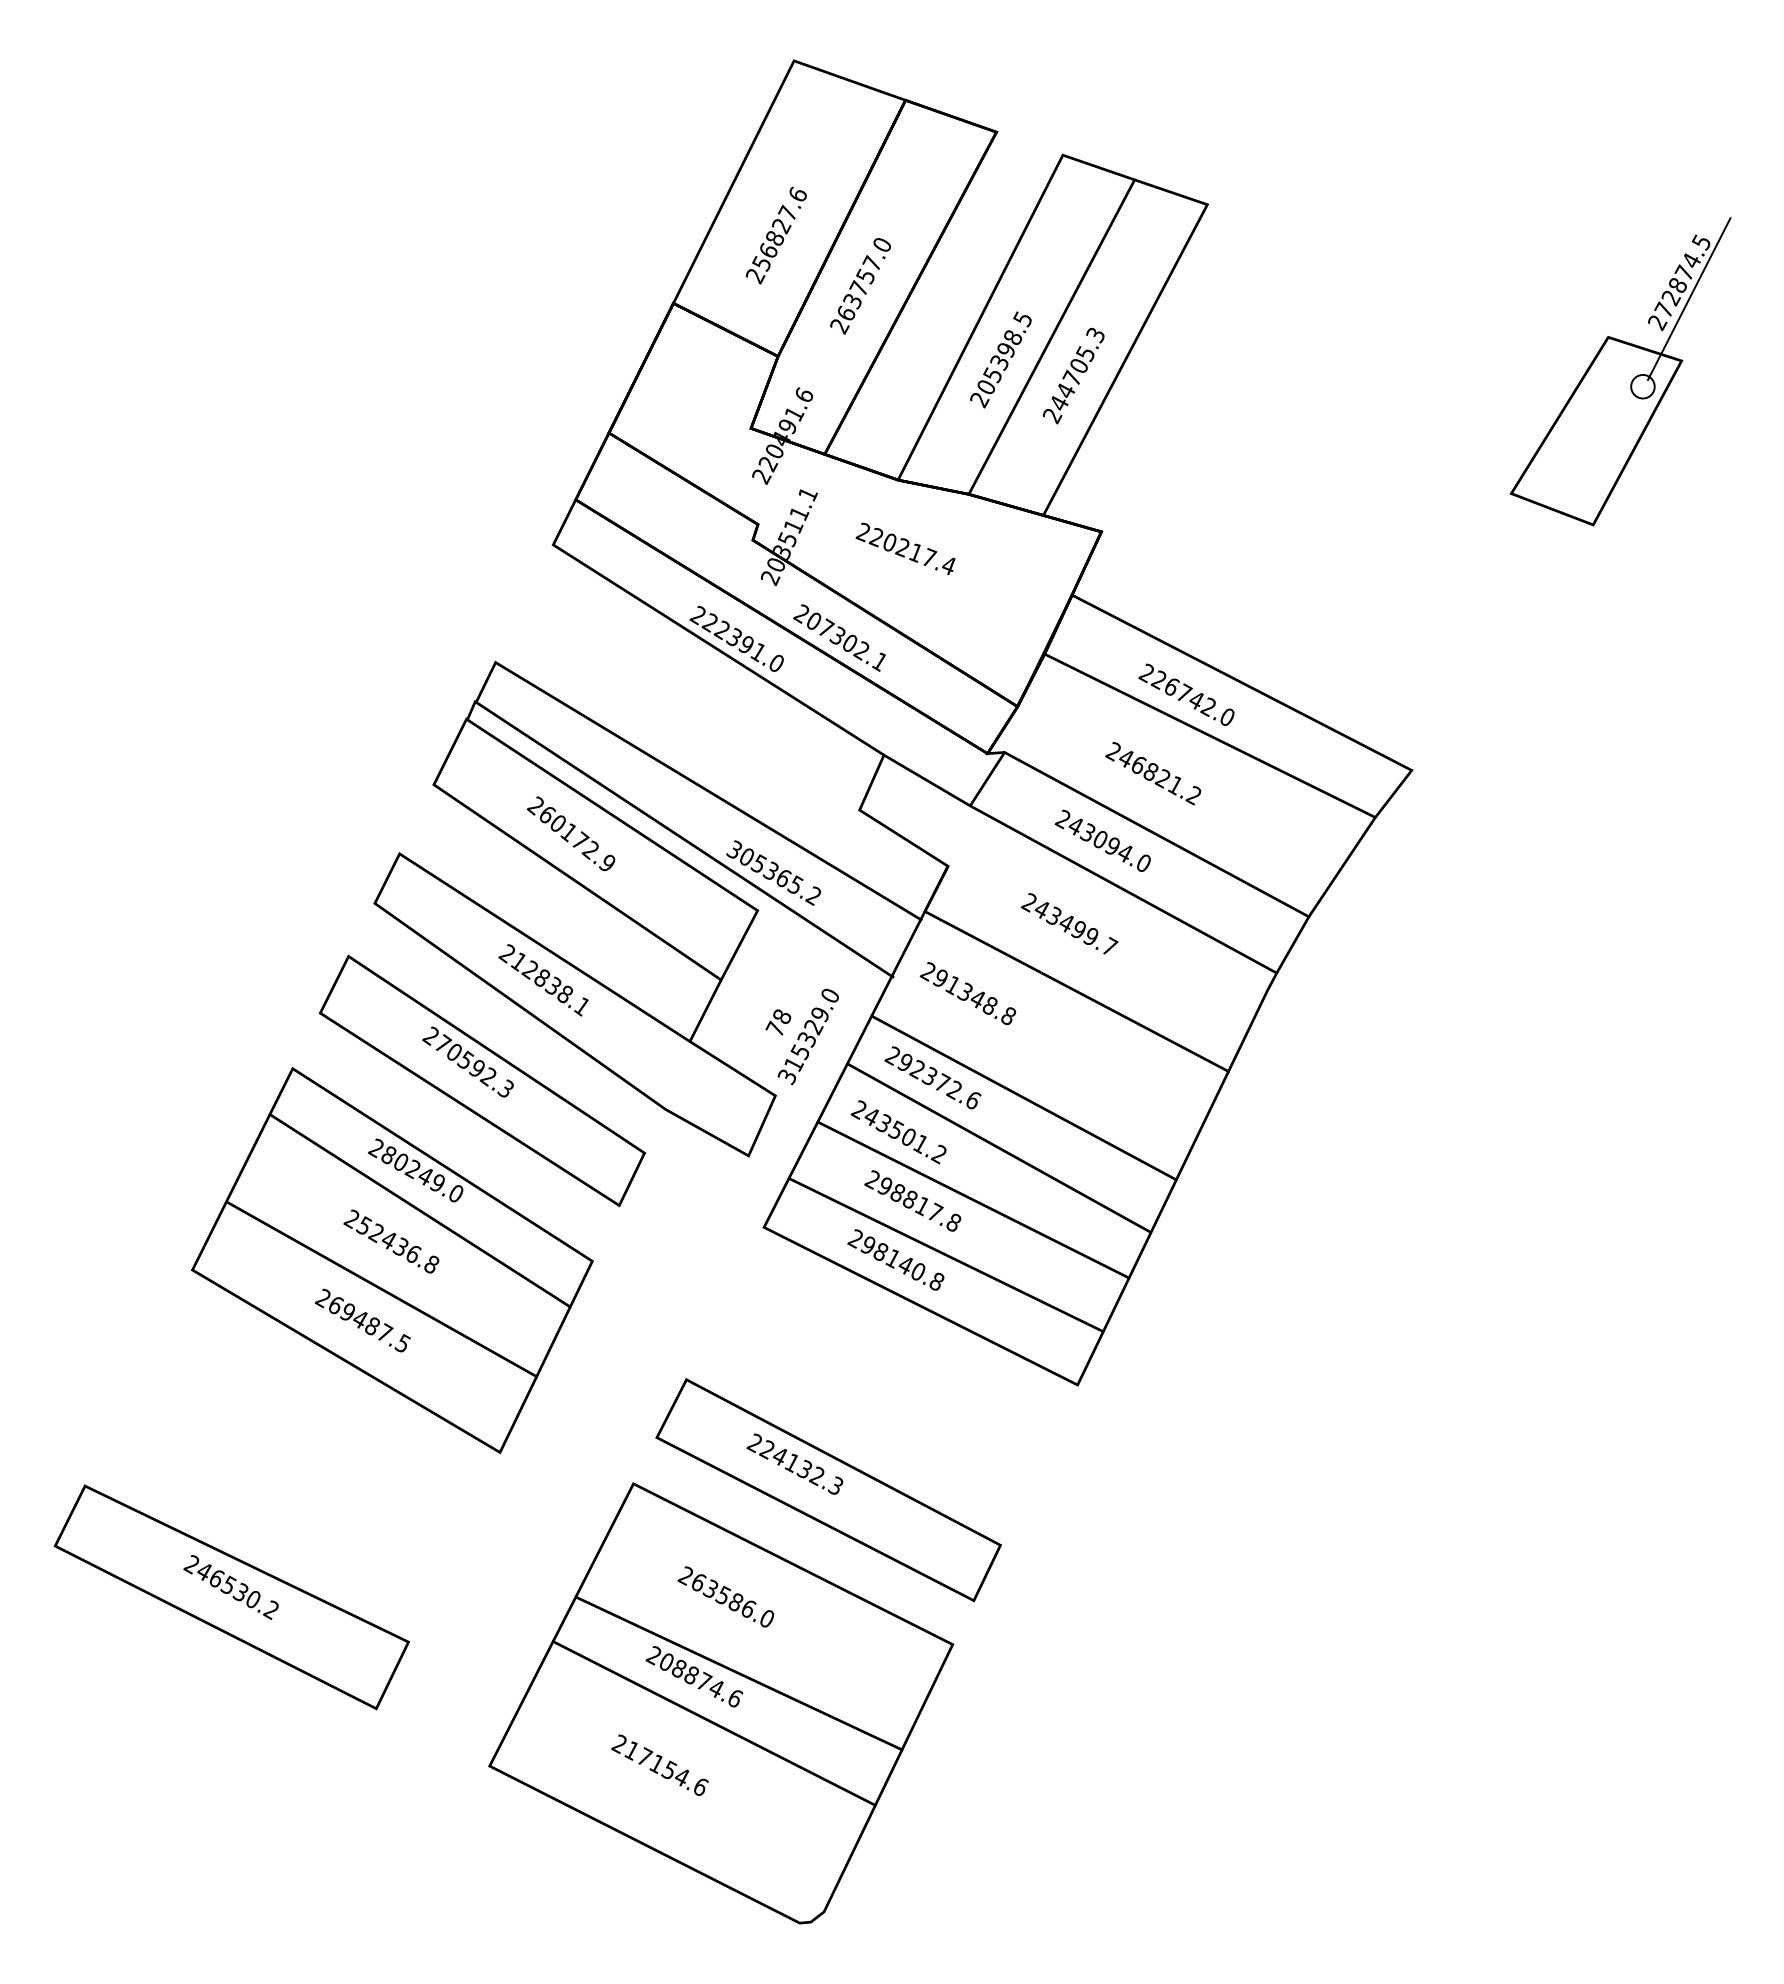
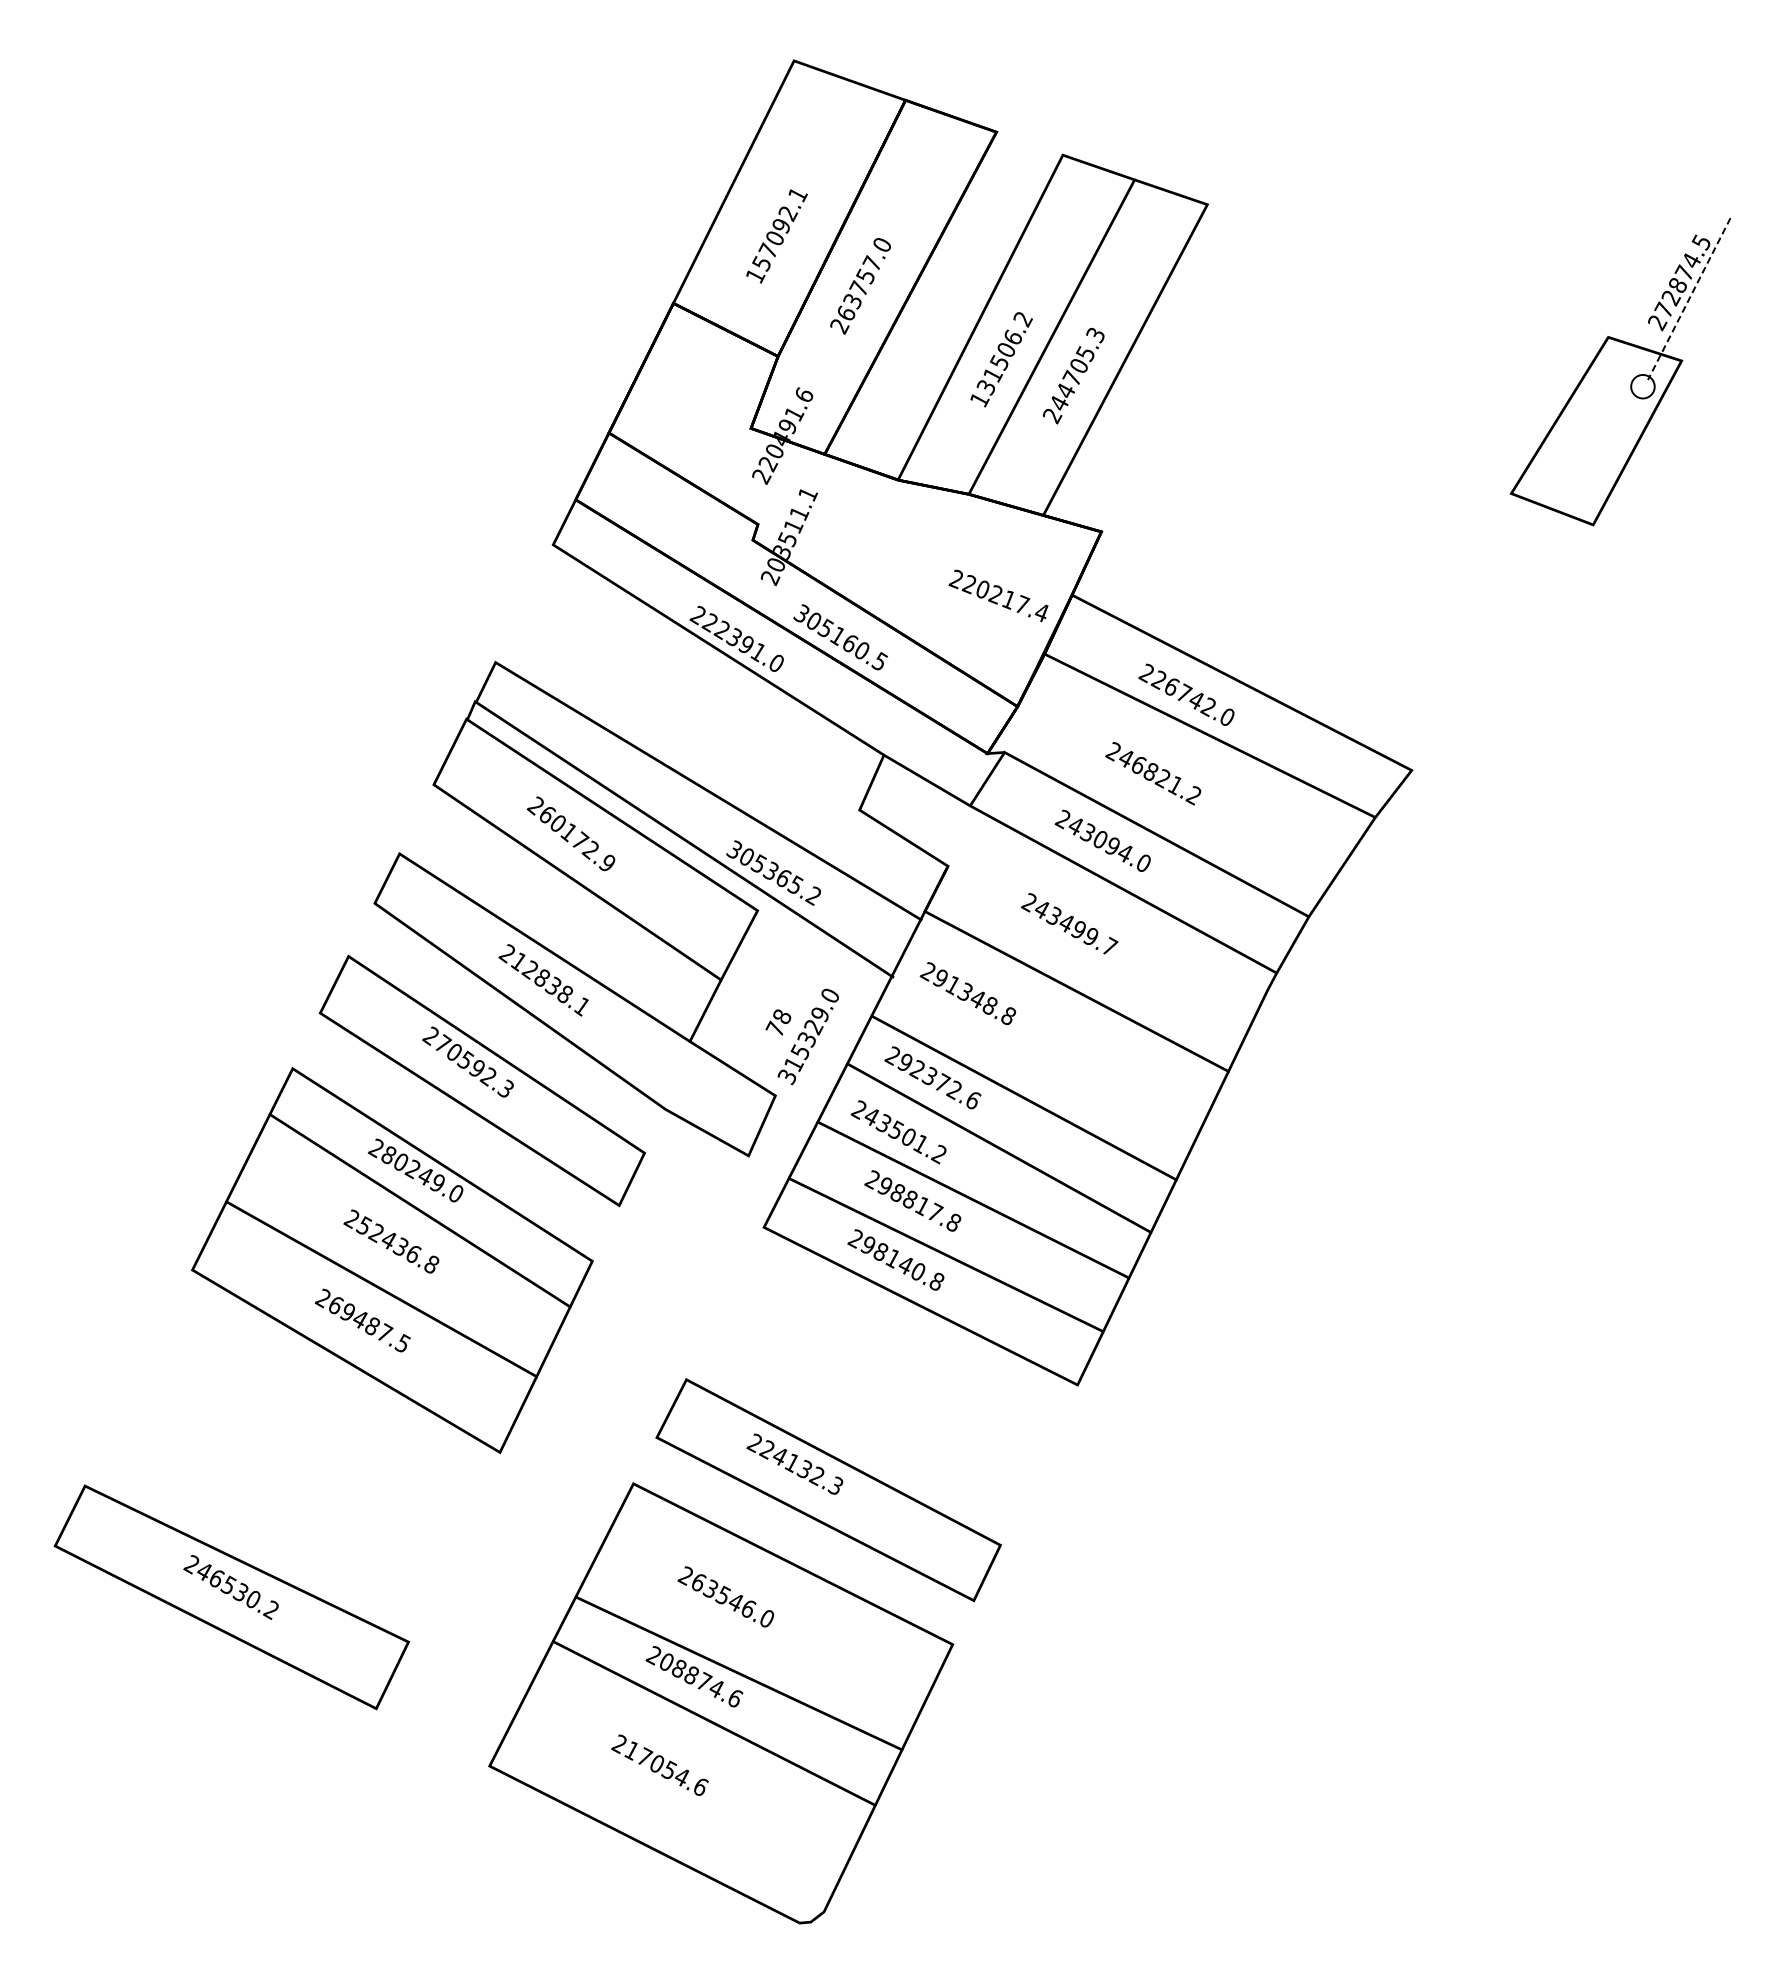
text at (776, 235): 256827.6 -> 157092.1
line at (1689, 299): solid -> dashed
text at (1001, 359): 205398.5 -> 131506.2
text at (905, 548) position: (905, 548) -> (998, 595)
text at (840, 637): 207302.1 -> 305160.5
text at (735, 1602): 263586.0 -> 263546.0
text at (656, 1763): 217154.6 -> 217054.6
